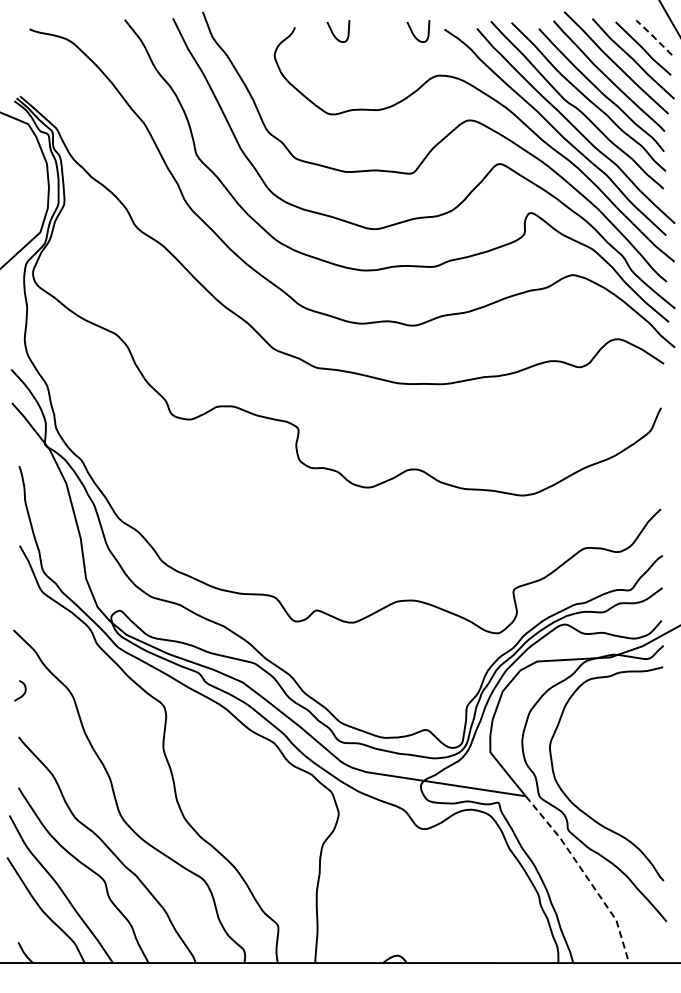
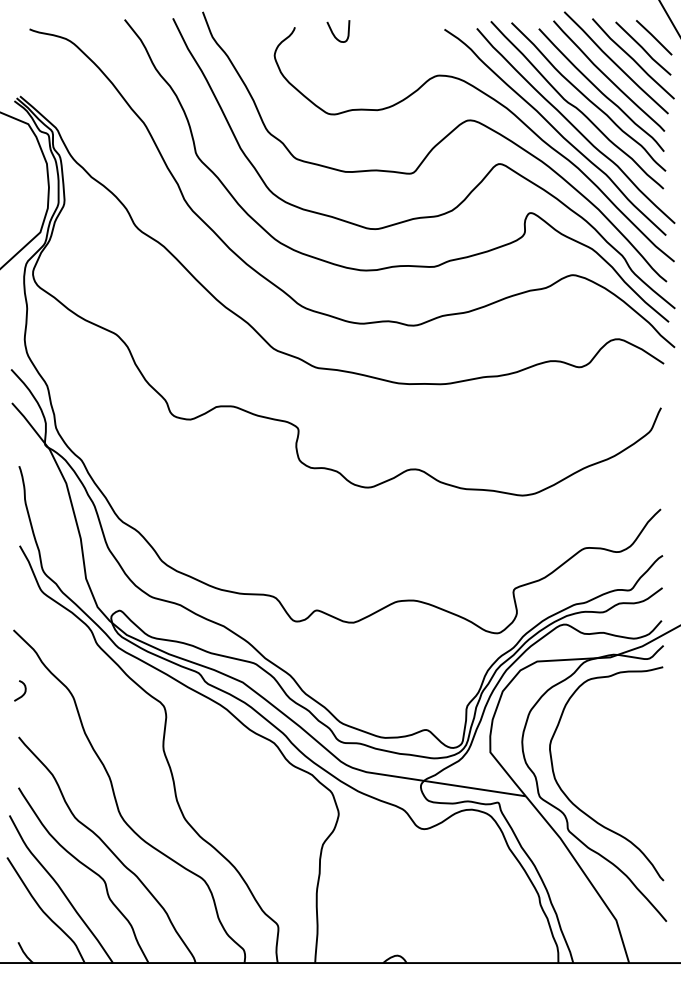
curve at (414, 34): present -> none
line at (653, 37): dashed -> solid
line at (585, 875): dashed -> solid
